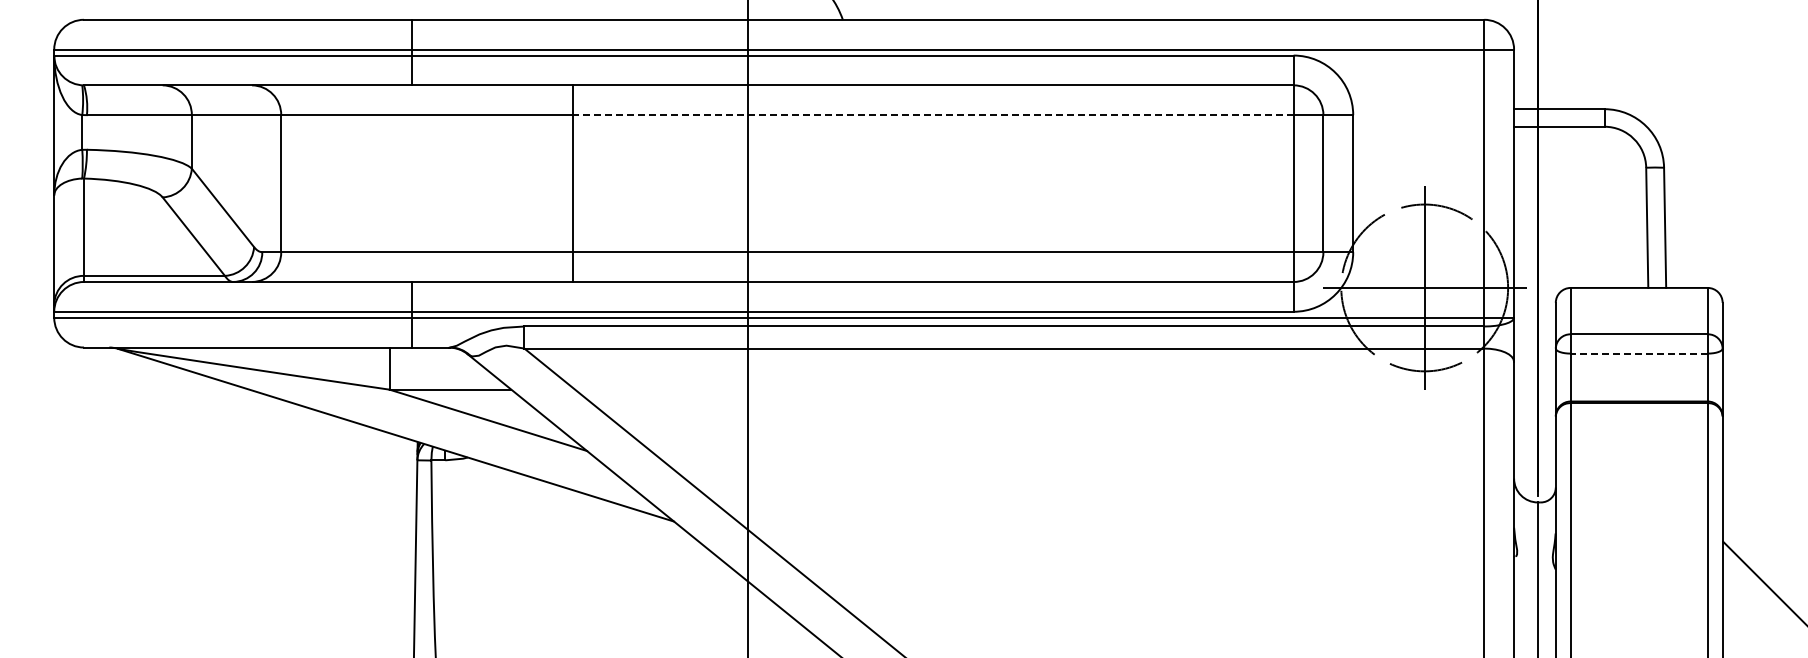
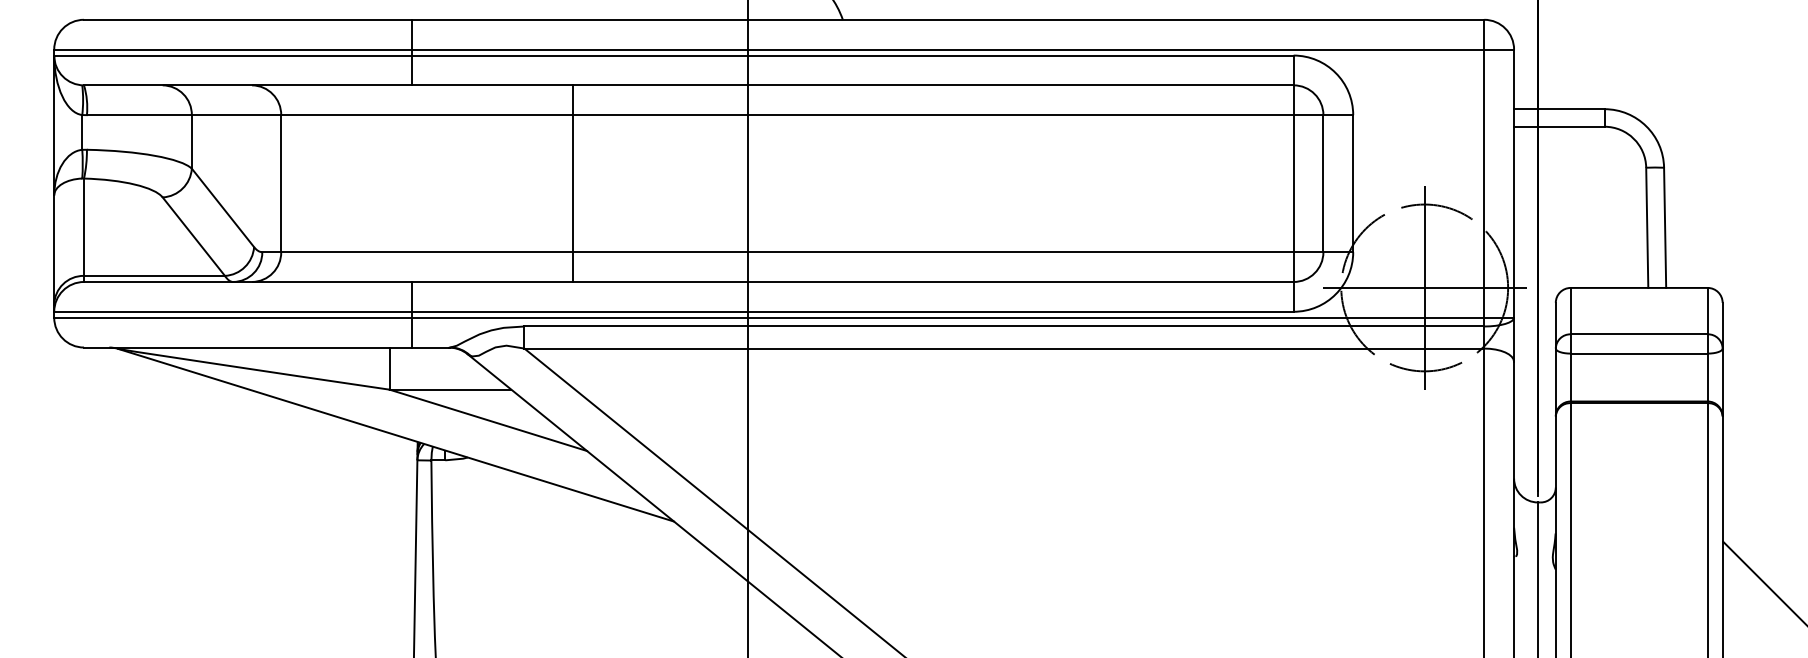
line at (932, 115): dashed -> solid
line at (1639, 353): dashed -> solid
